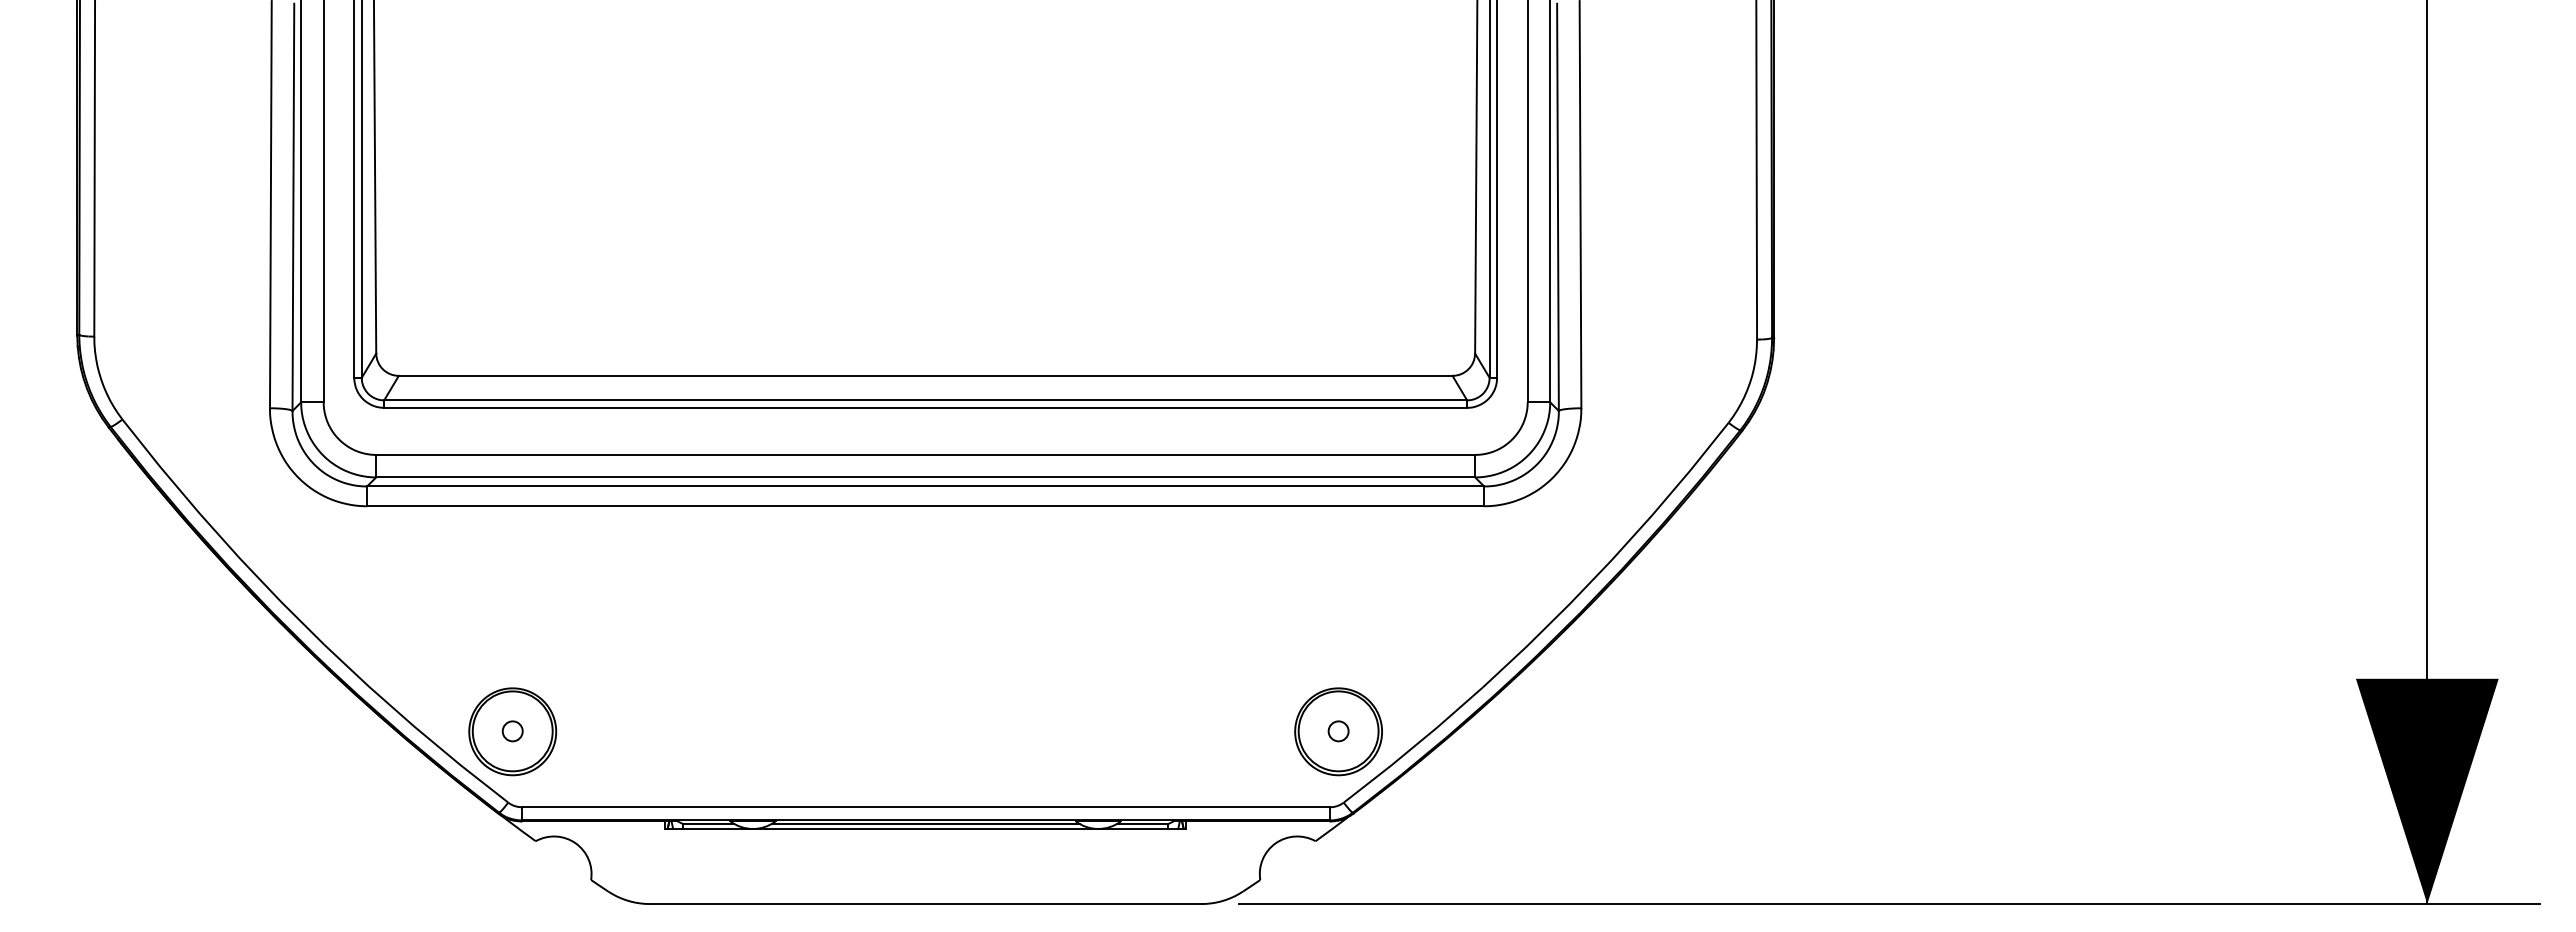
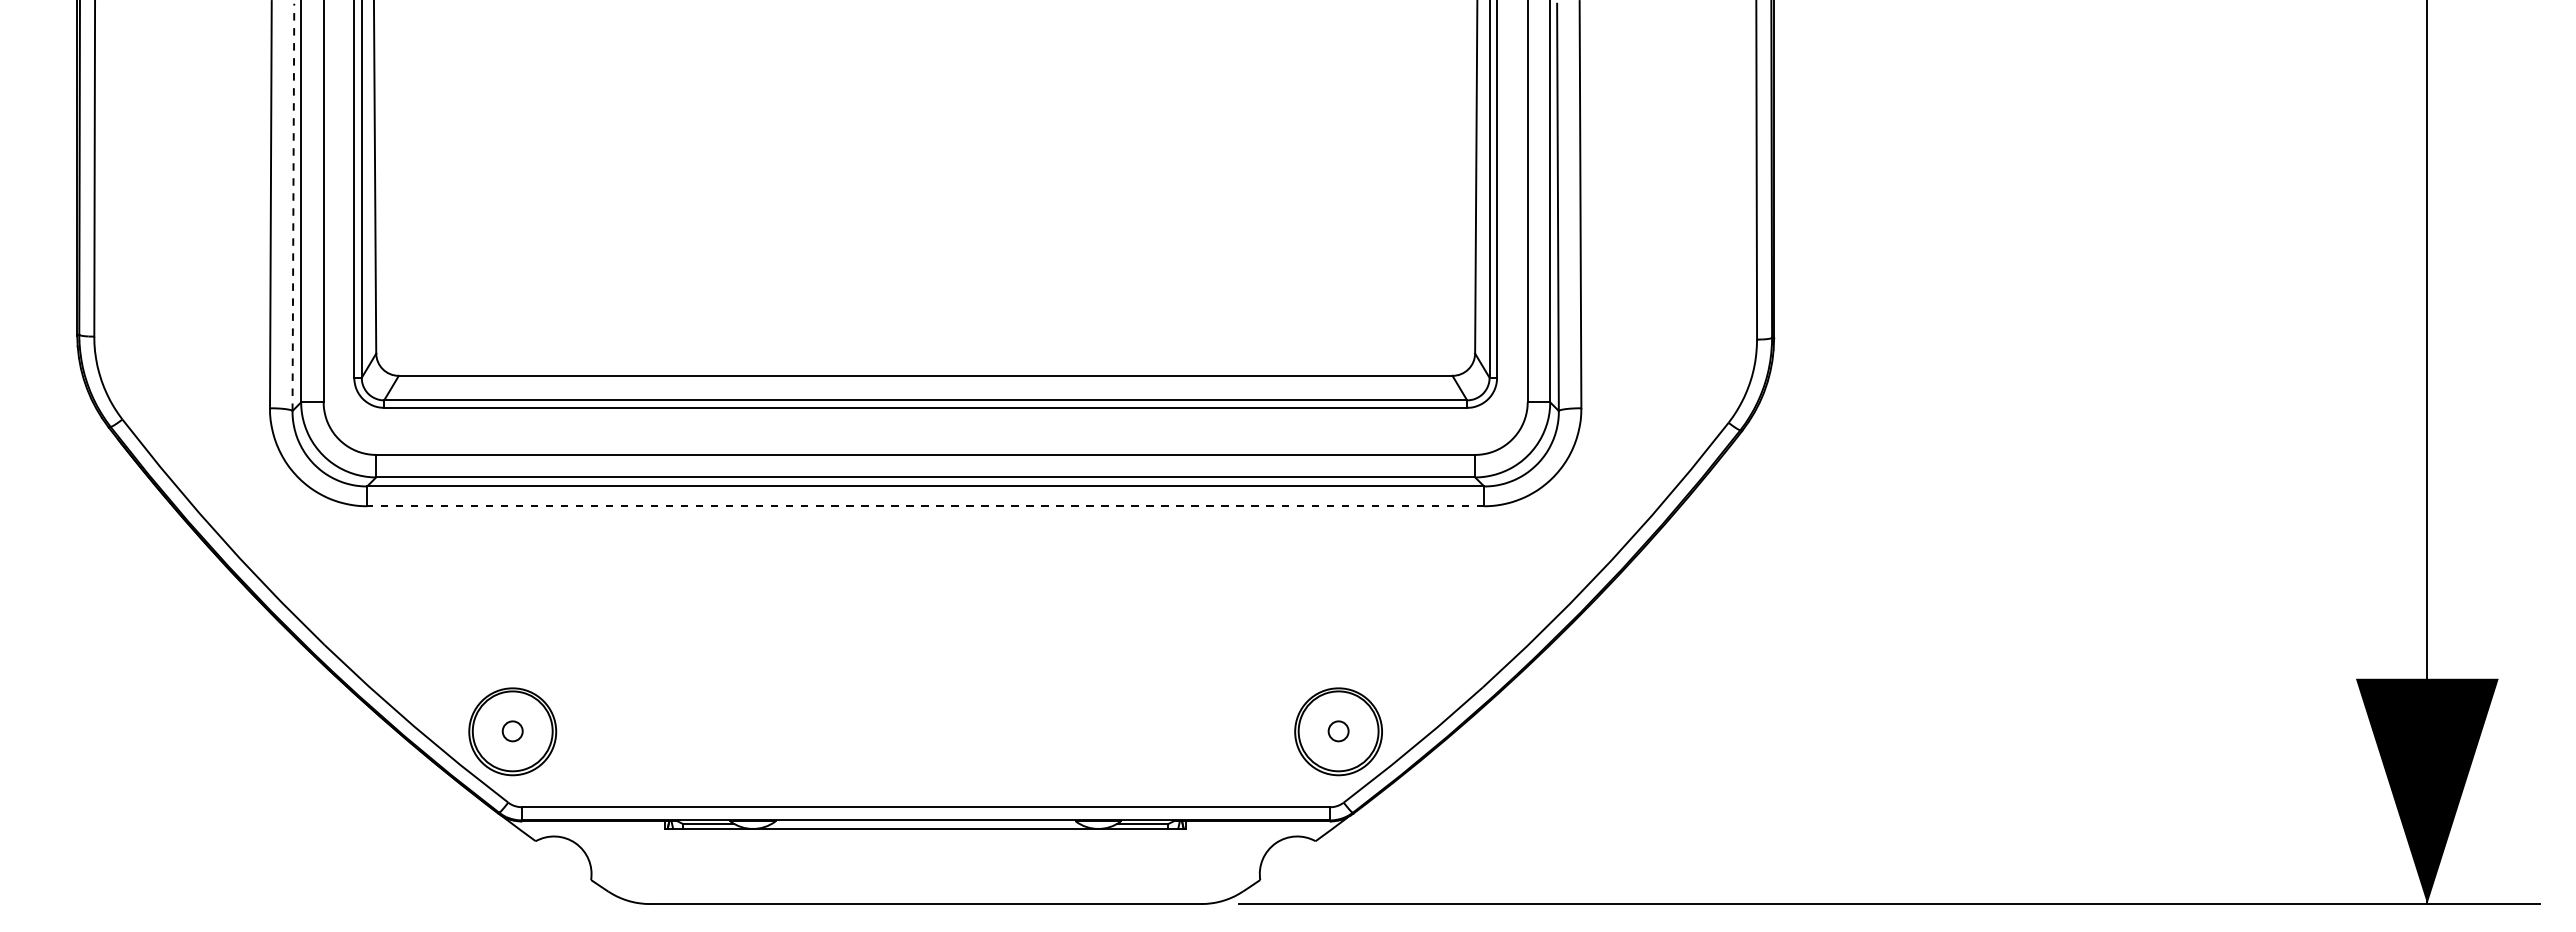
line at (293, 207): solid -> dashed
line at (925, 506): solid -> dashed
line at (925, 824): present -> none
